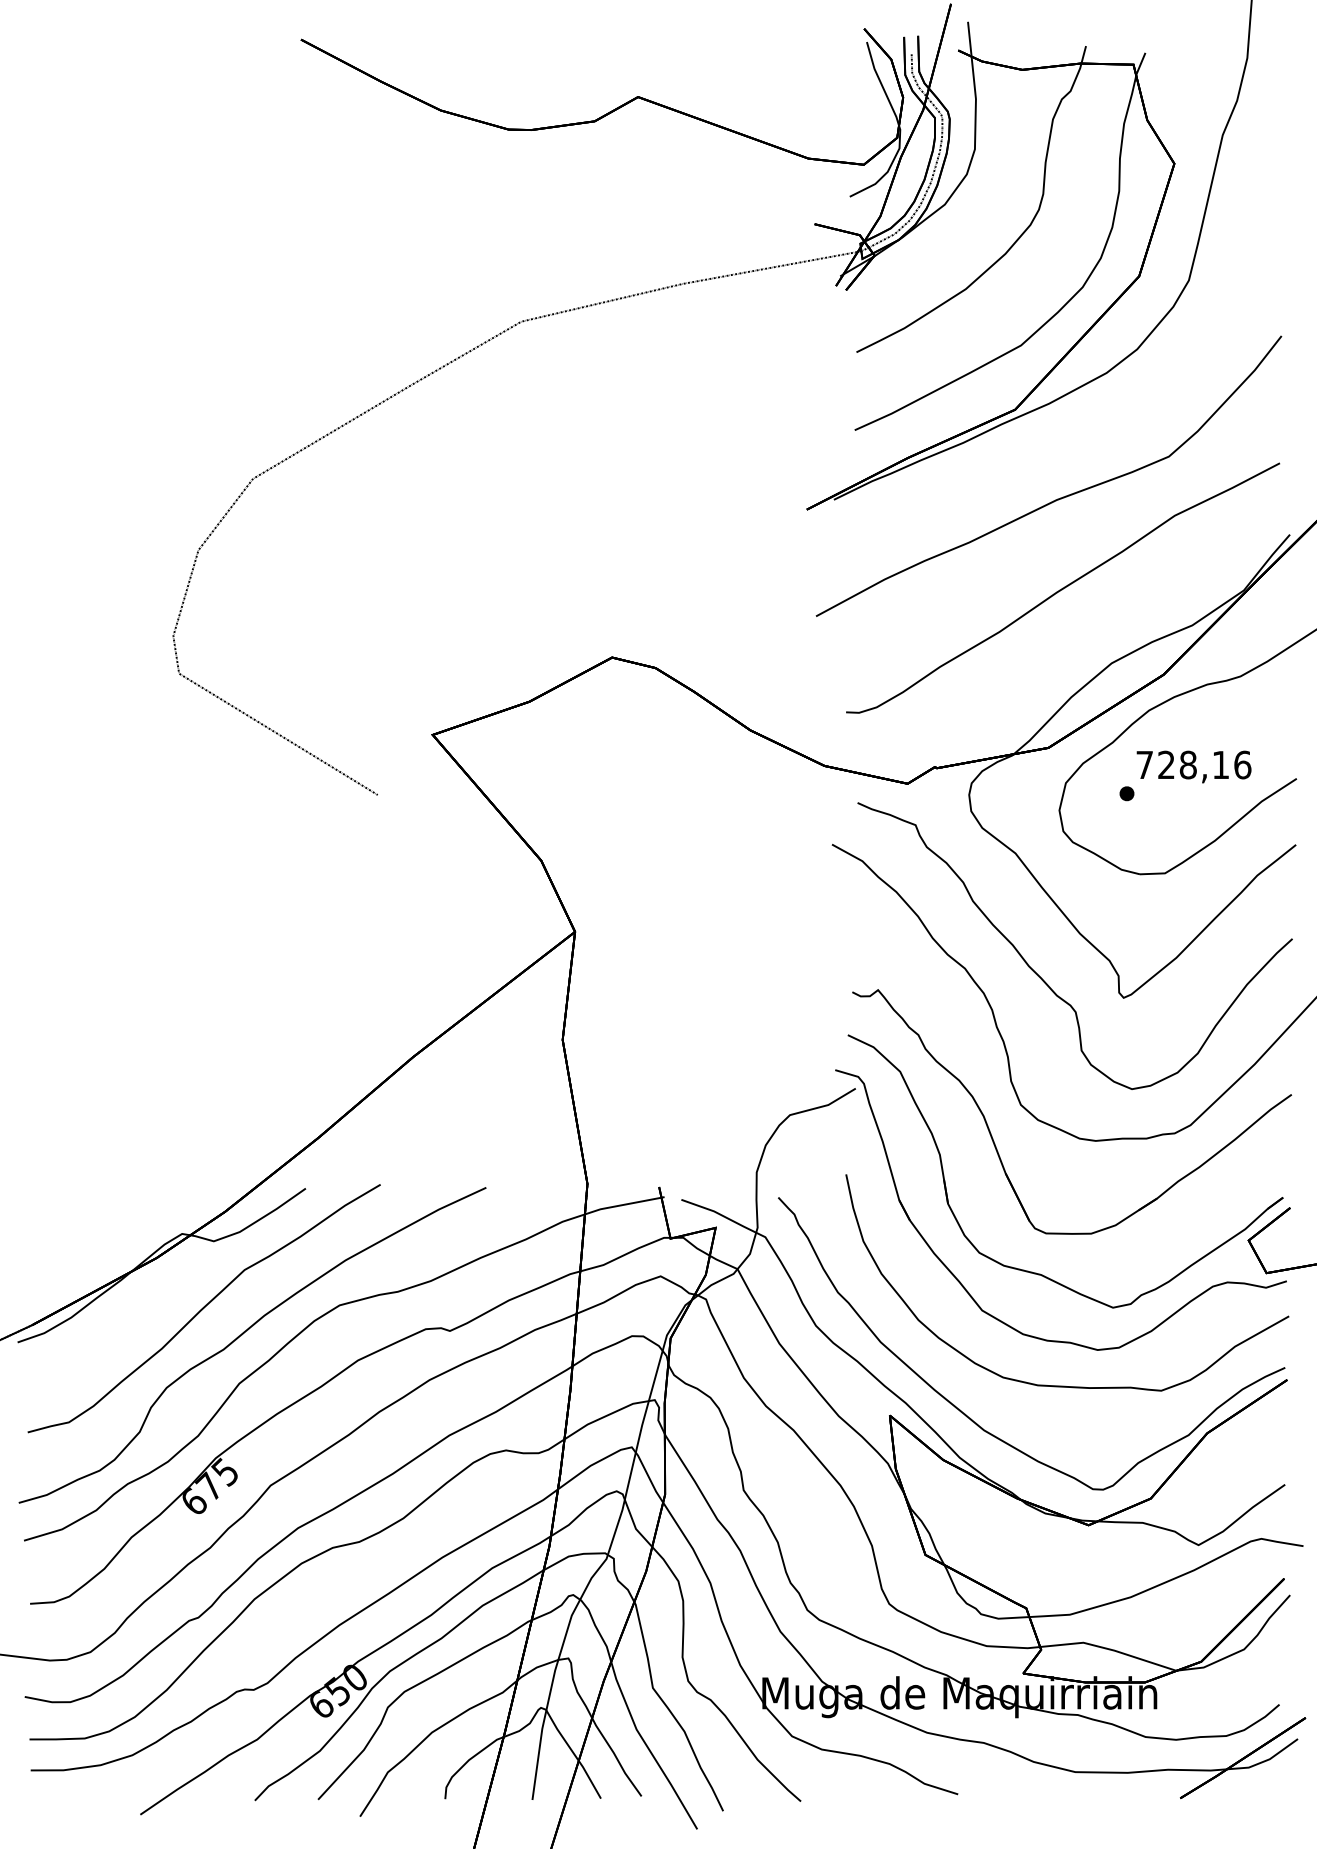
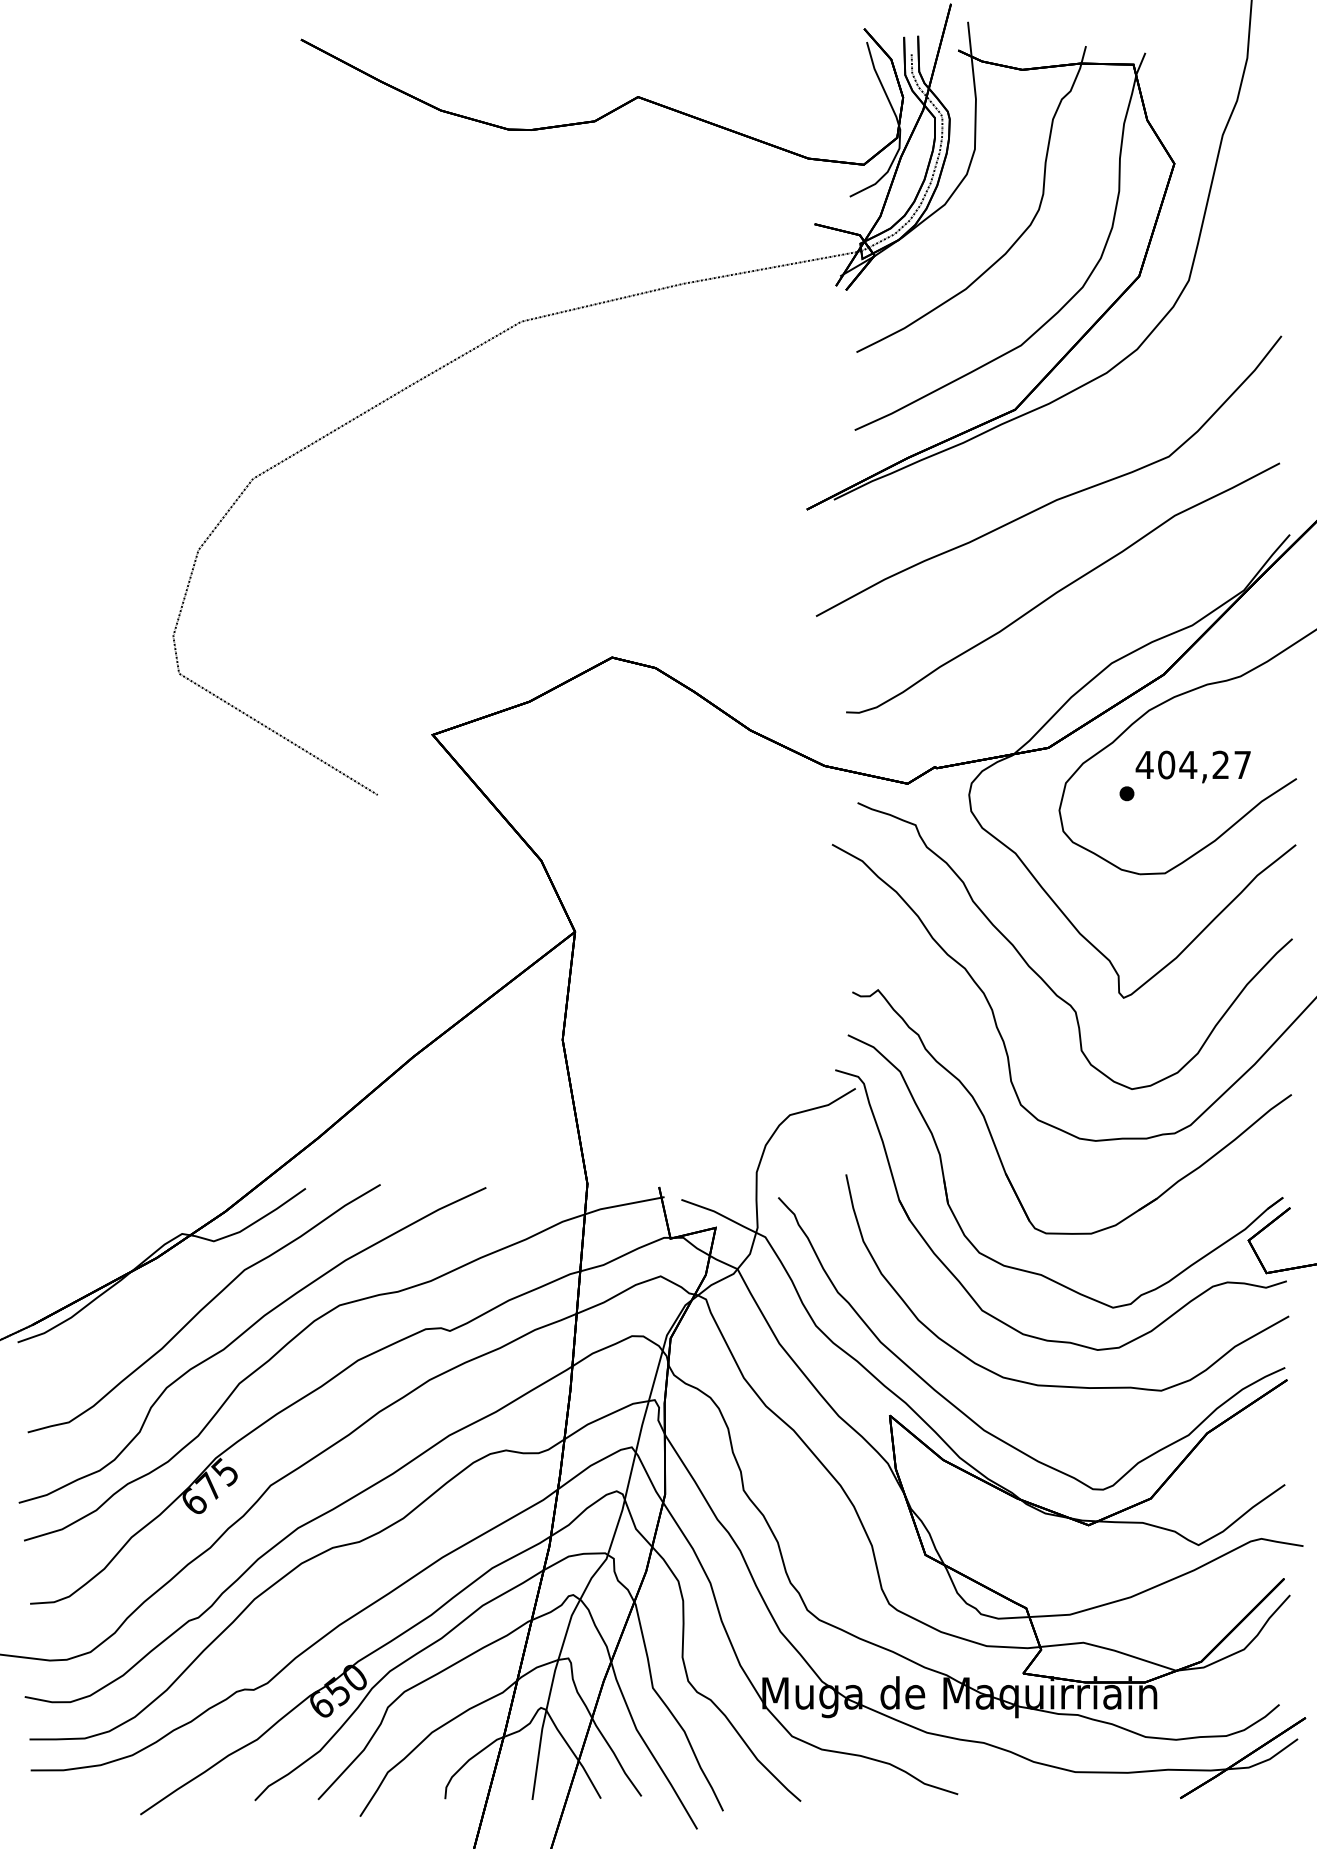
text at (1193, 764): 728,16 -> 404,27
